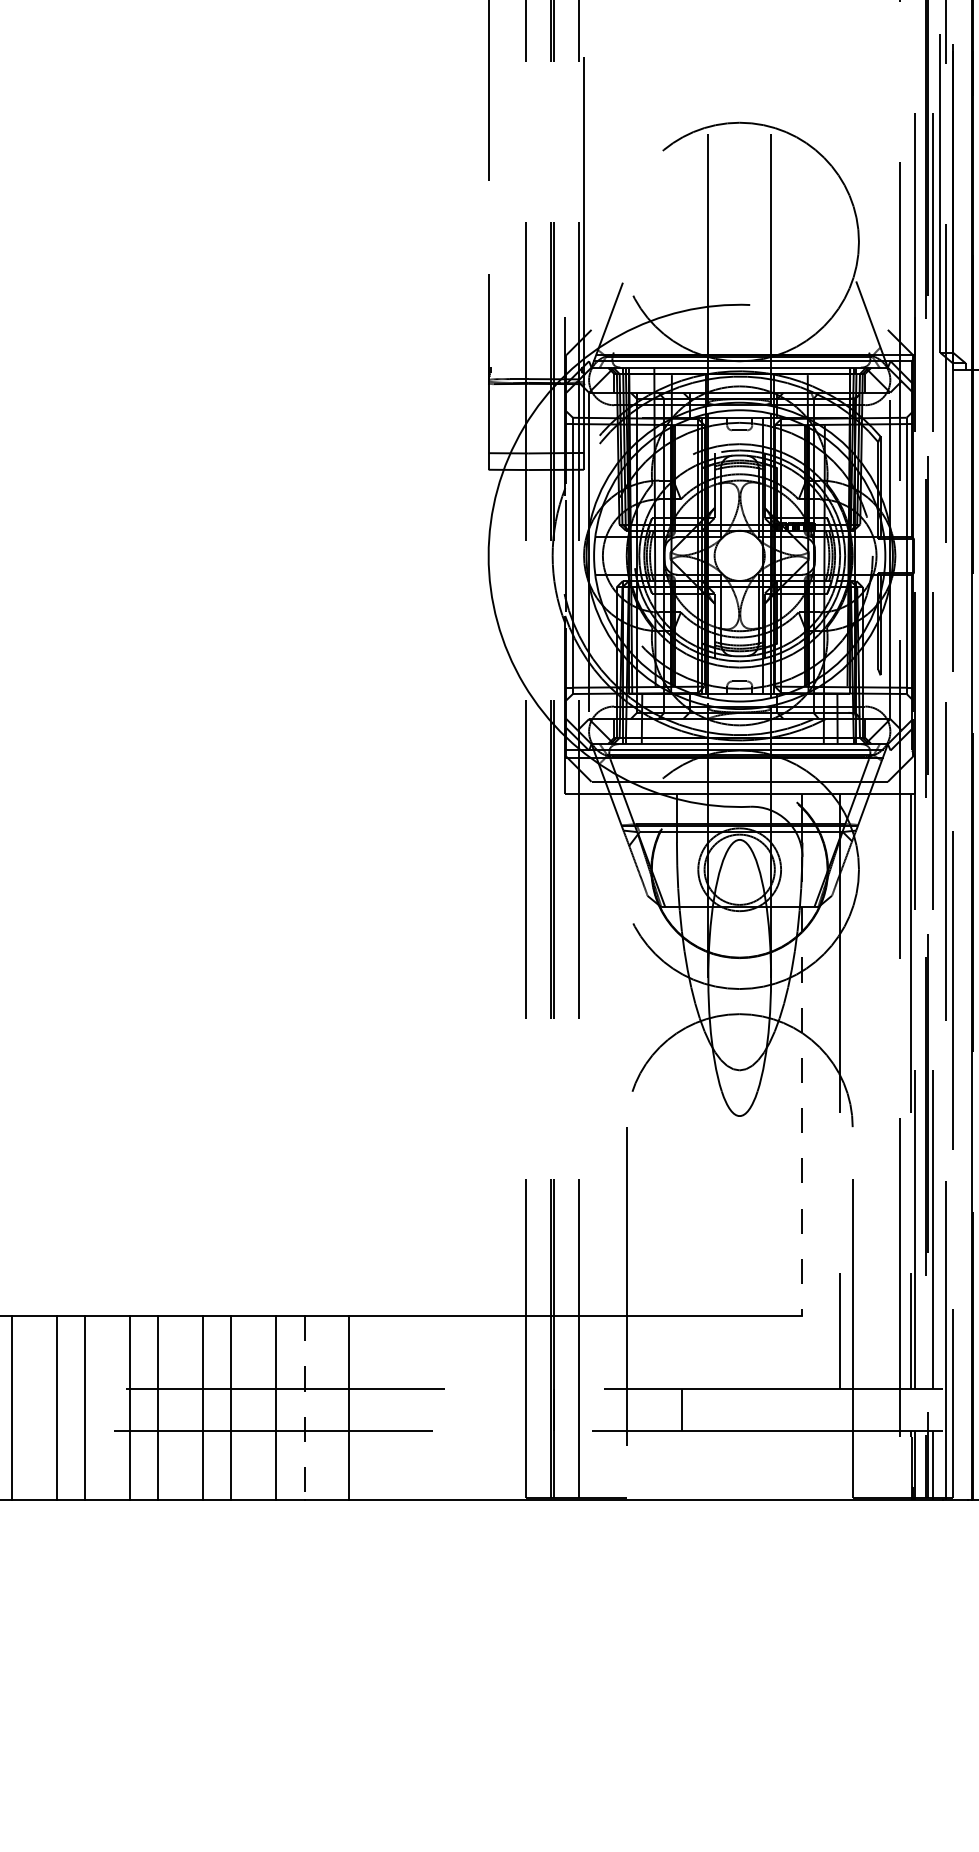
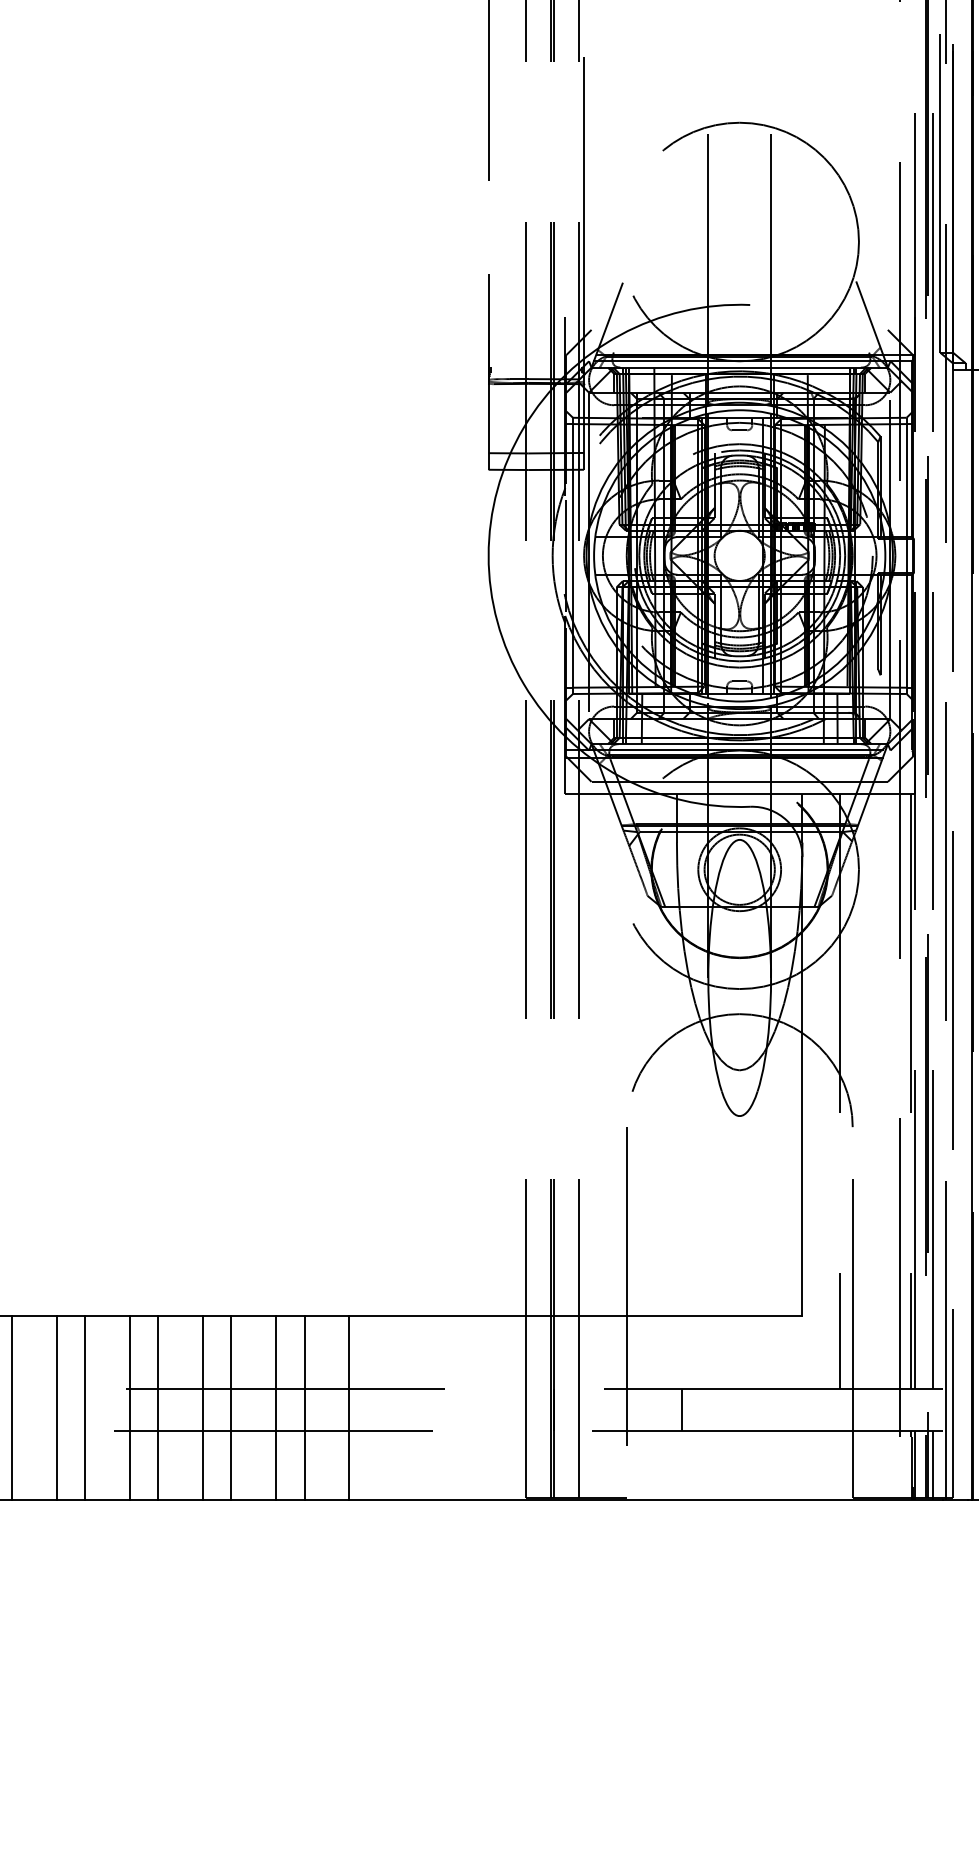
line at (802, 1086): dashed -> solid
line at (304, 1407): dashed -> solid
